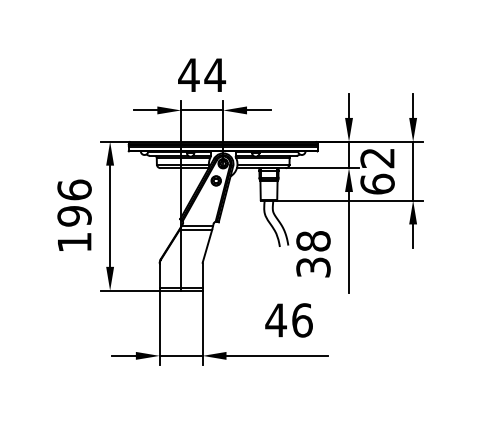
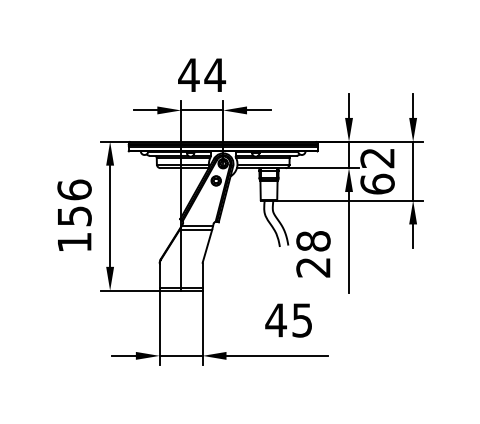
text at (74, 216): 196 -> 156
text at (313, 267): 38 -> 28
text at (302, 320): 46 -> 45
